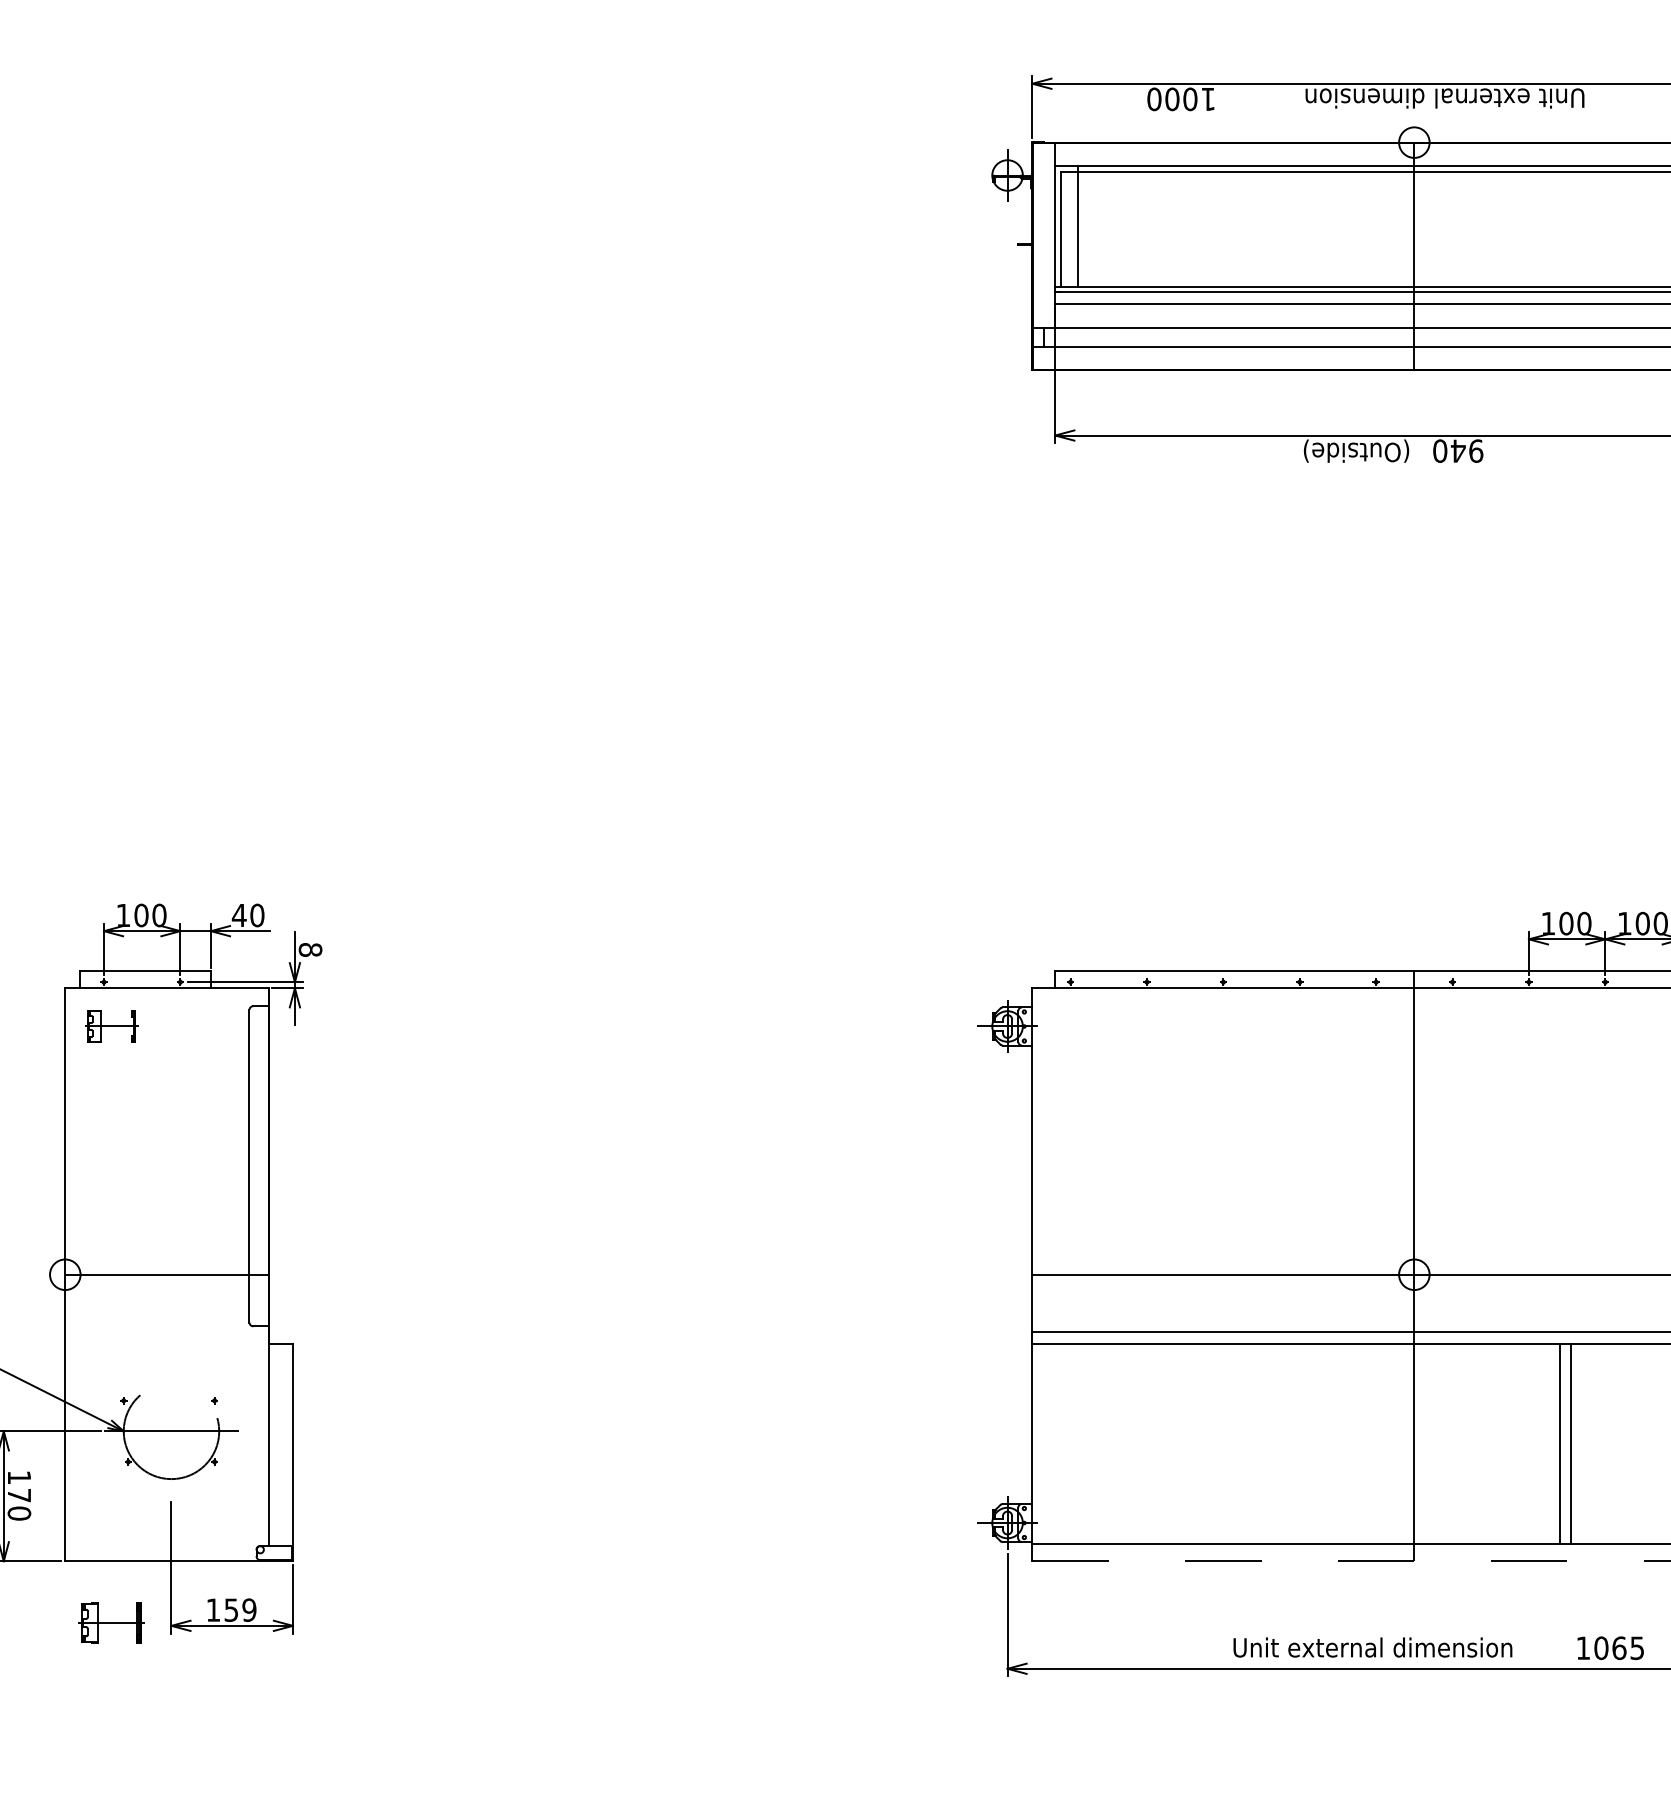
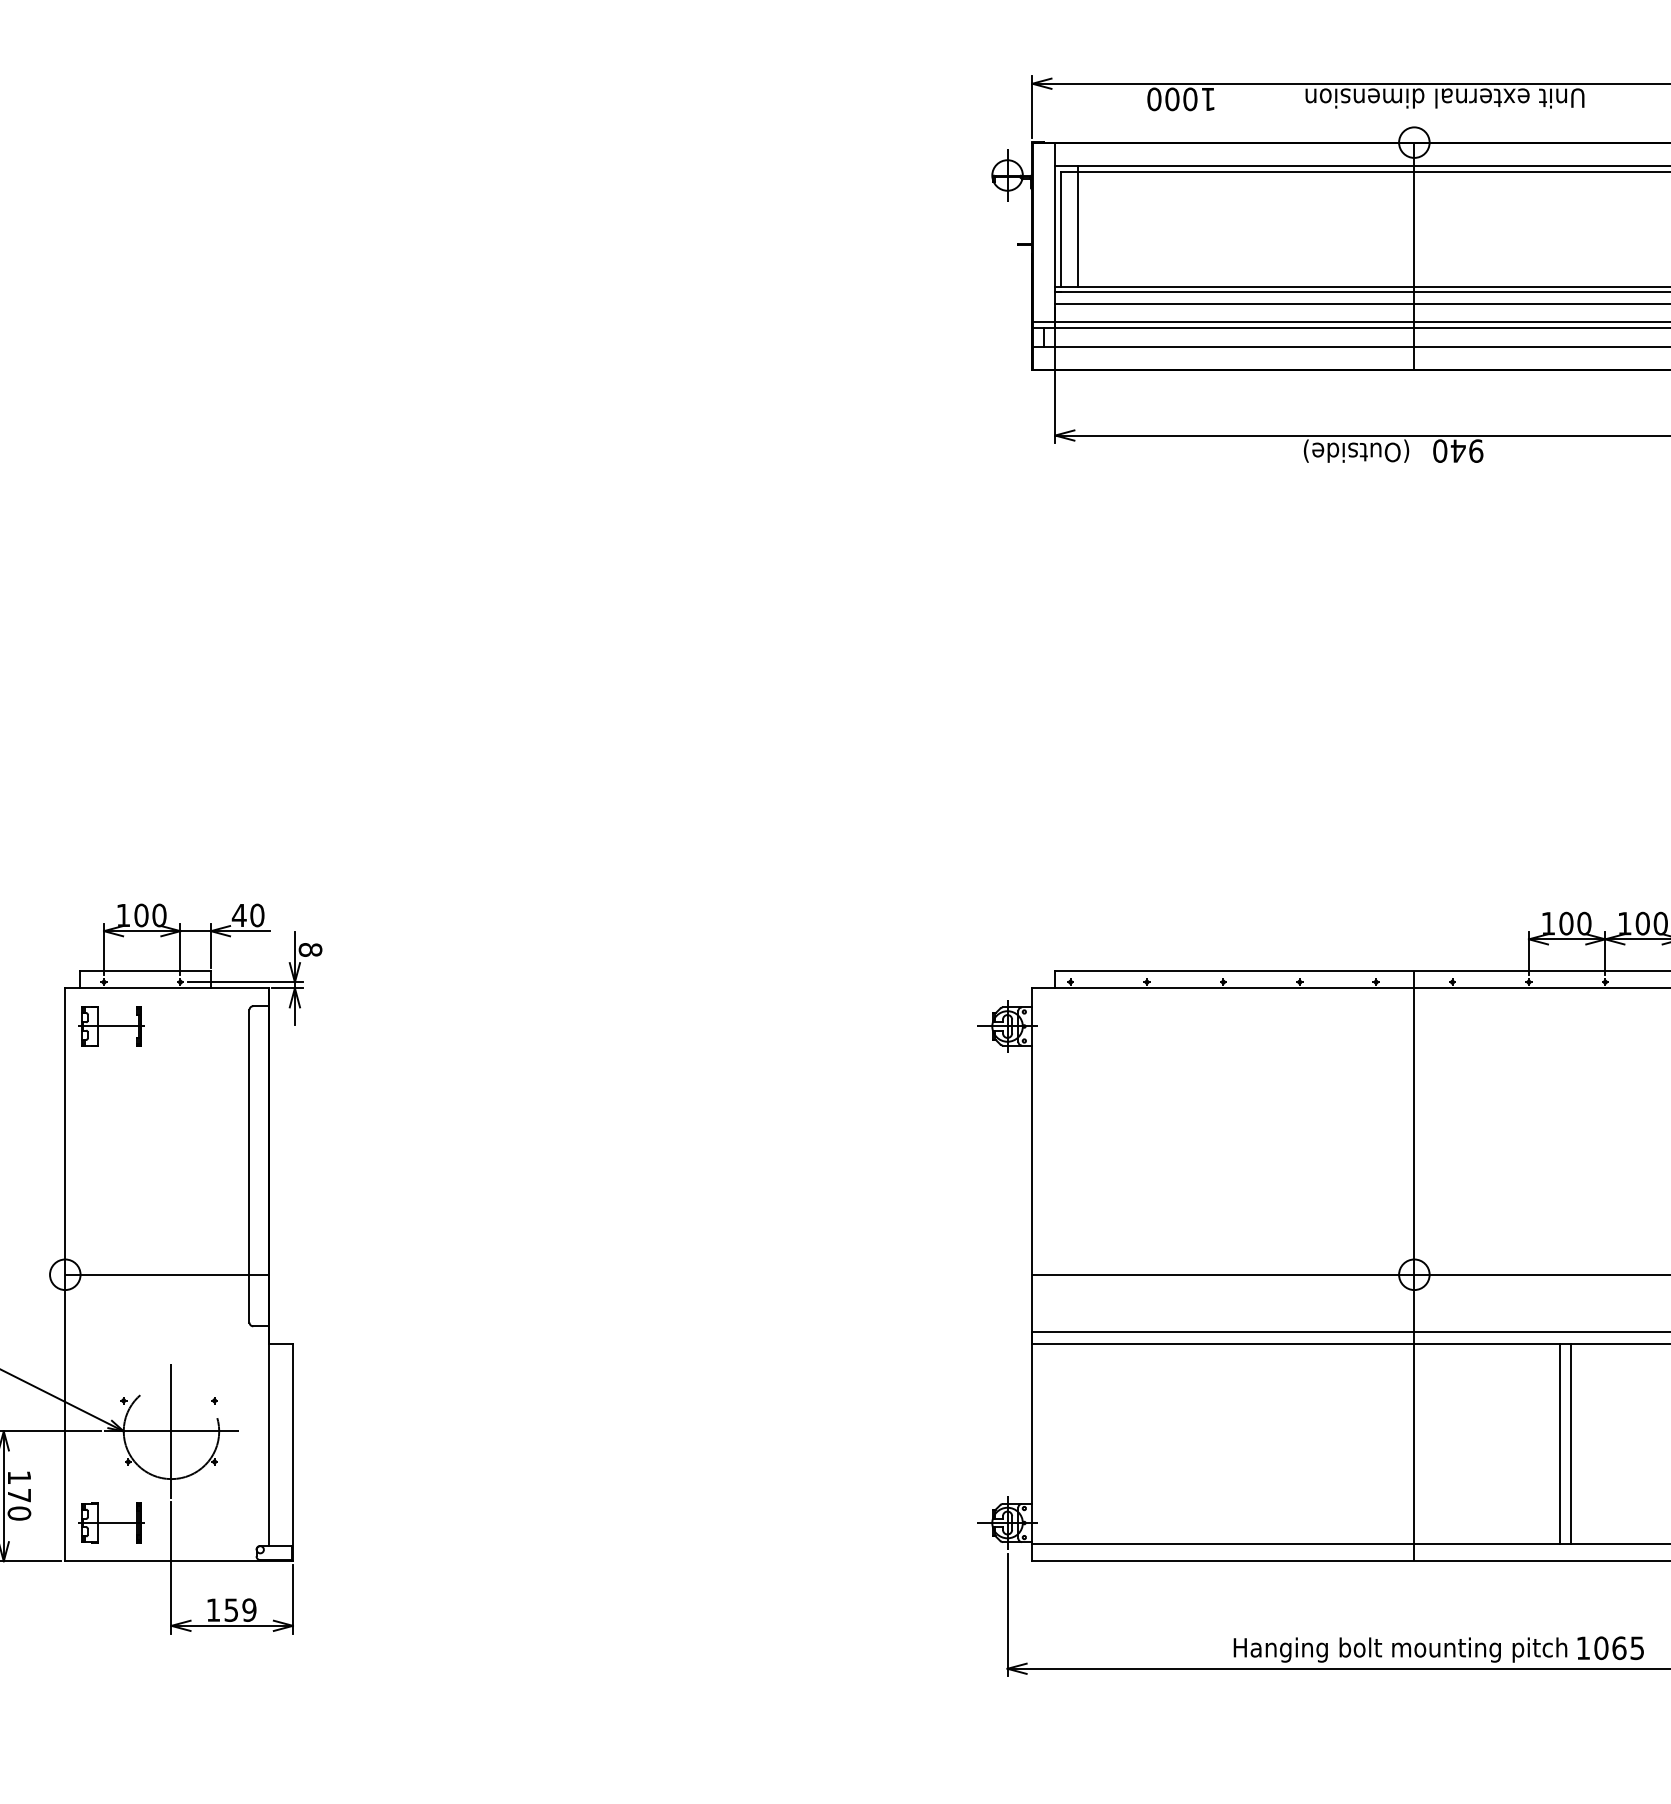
line at (1349, 321): none -> present
part at (111, 1026) size: 54x33 px -> 67x41 px
line at (171, 1431): none -> present
line at (1351, 1561): dashed -> solid
part at (111, 1622) position: (111, 1622) -> (111, 1522)
text at (1400, 1649): Unit external dimension -> Hanging bolt mounting pitch
